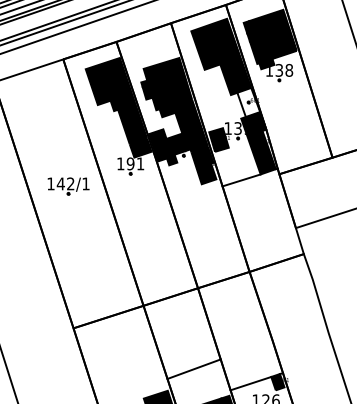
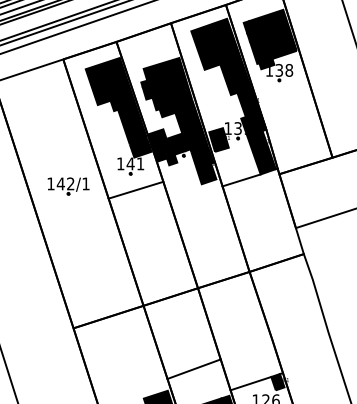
fill at (248, 102): none -> present
text at (130, 163): 191 -> 141
line at (135, 189): none -> present
